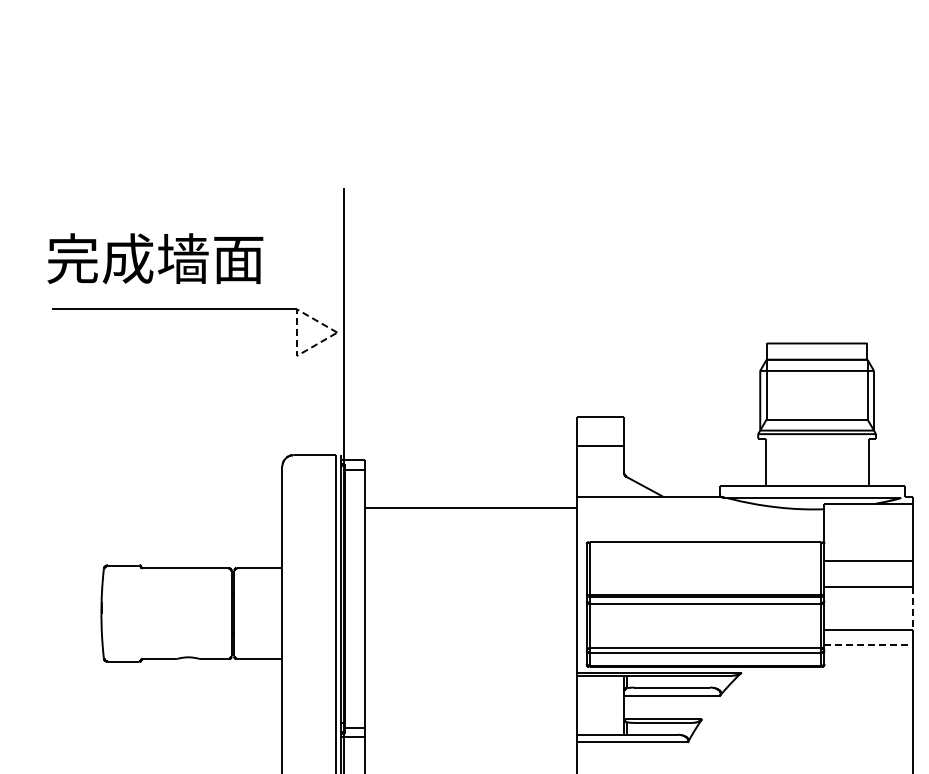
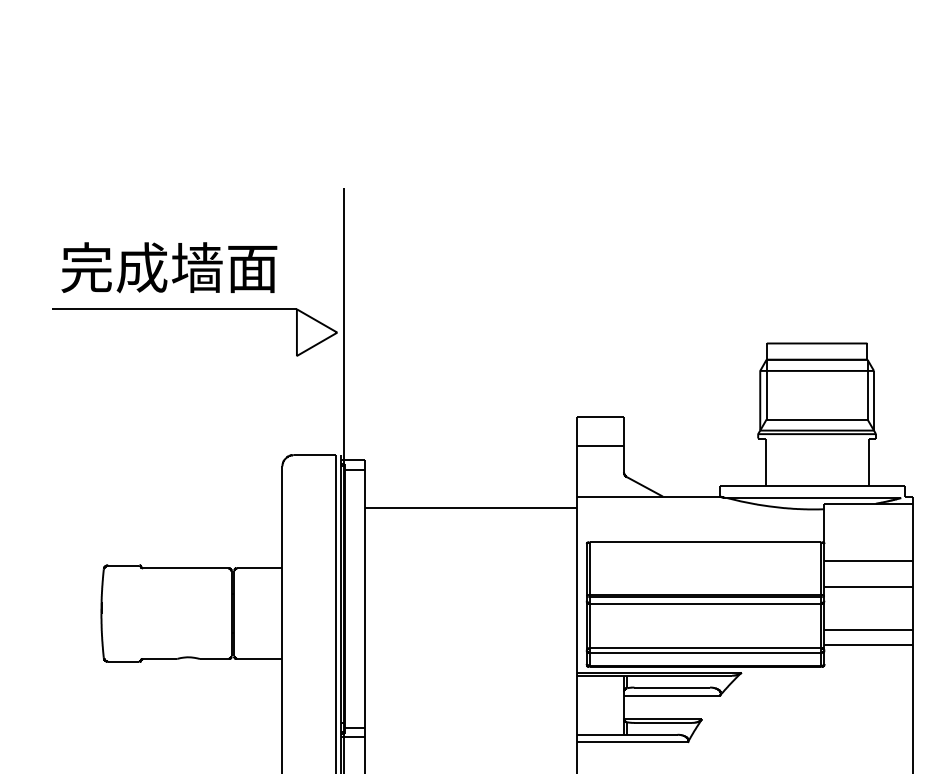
text at (155, 258) position: (155, 258) -> (169, 267)
line at (296, 333): dashed -> solid
line at (912, 608): dashed -> solid
line at (869, 644): dashed -> solid
